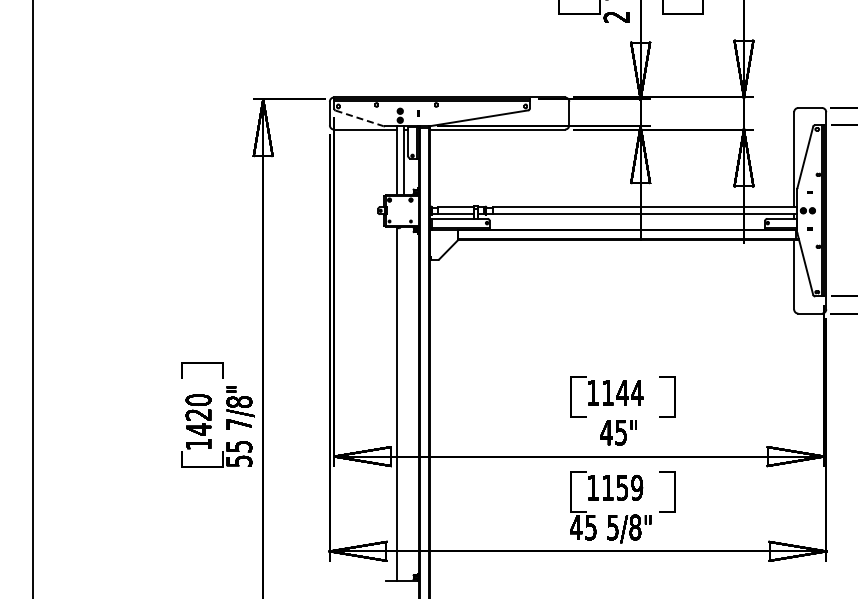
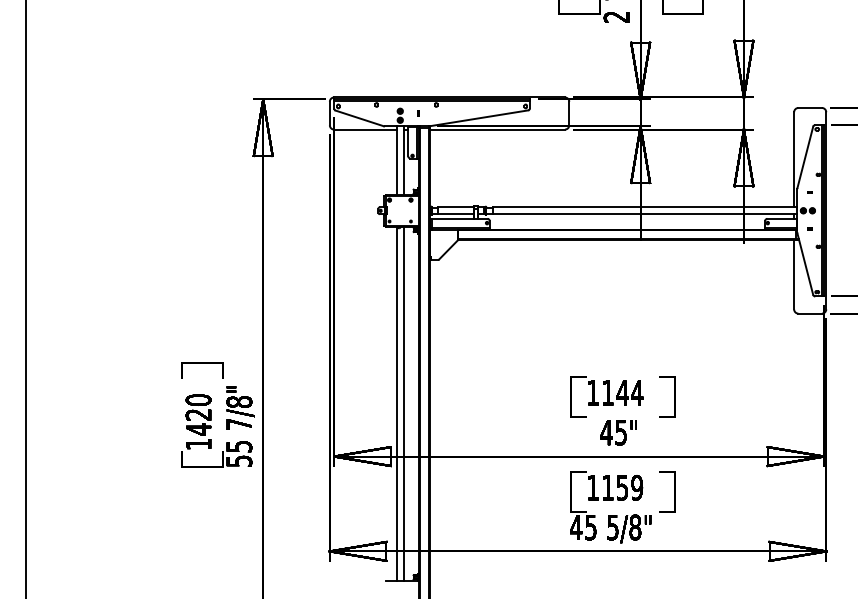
line at (360, 118): dashed -> solid
line at (32, 298) position: (32, 298) -> (25, 298)
line at (403, 403): none -> present
